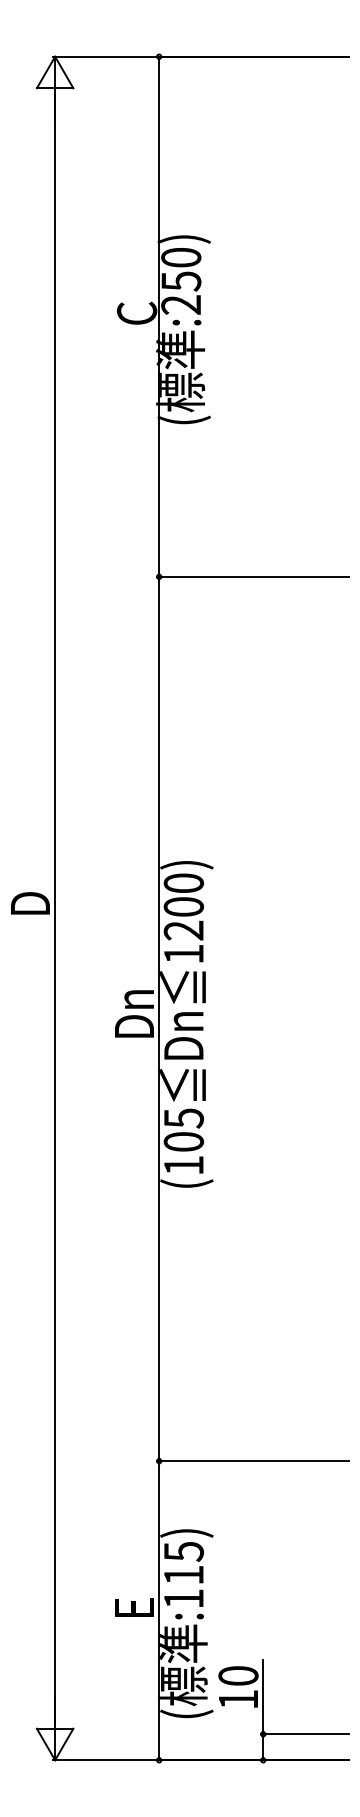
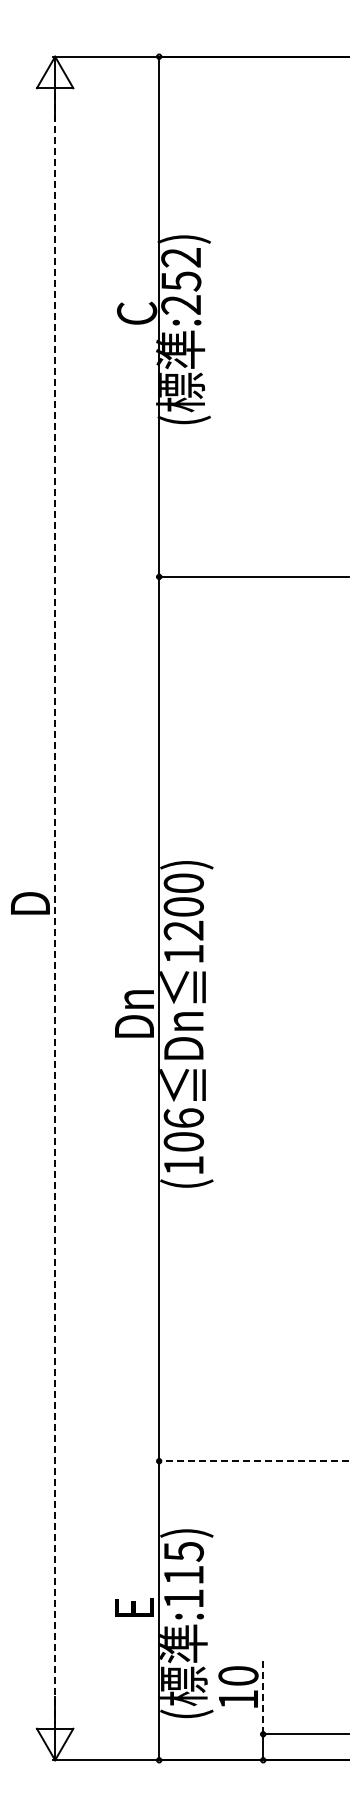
text at (181, 257): :250) -> :252)
line at (55, 909): solid -> dashed
text at (183, 1118): (105 -> (106
line at (252, 1461): solid -> dashed
line at (263, 1697): solid -> dashed
